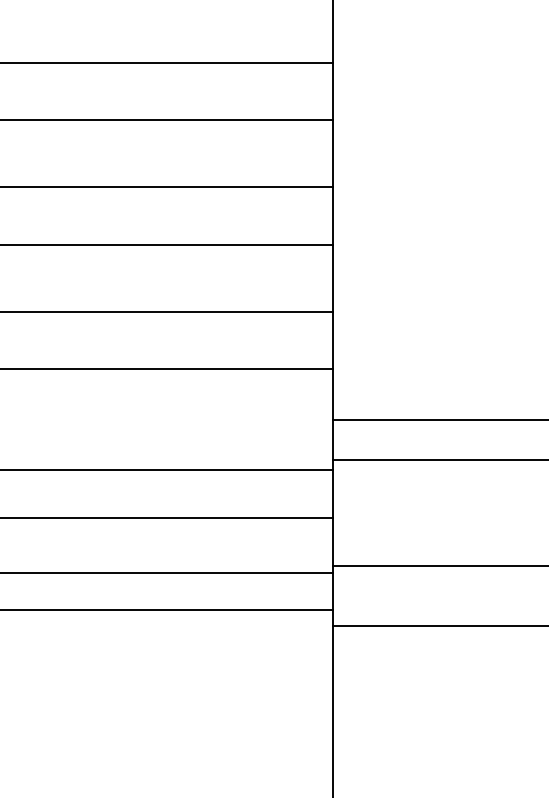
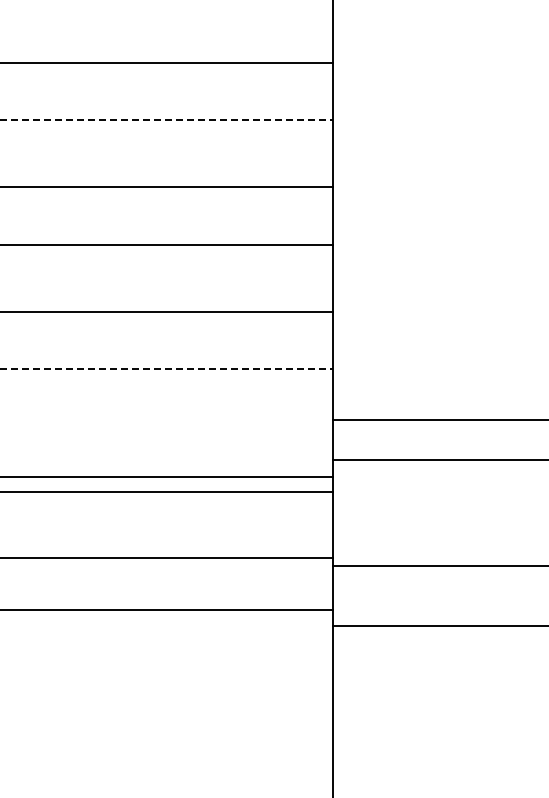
line at (167, 120): solid -> dashed
line at (167, 368): solid -> dashed
line at (167, 469) position: (167, 469) -> (167, 476)
line at (167, 517) position: (167, 517) -> (167, 491)
line at (167, 572) position: (167, 572) -> (167, 557)
